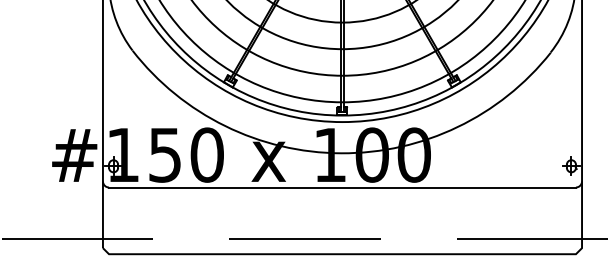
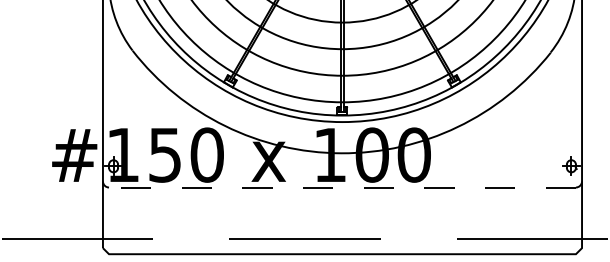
line at (341, 187): solid -> dashed
